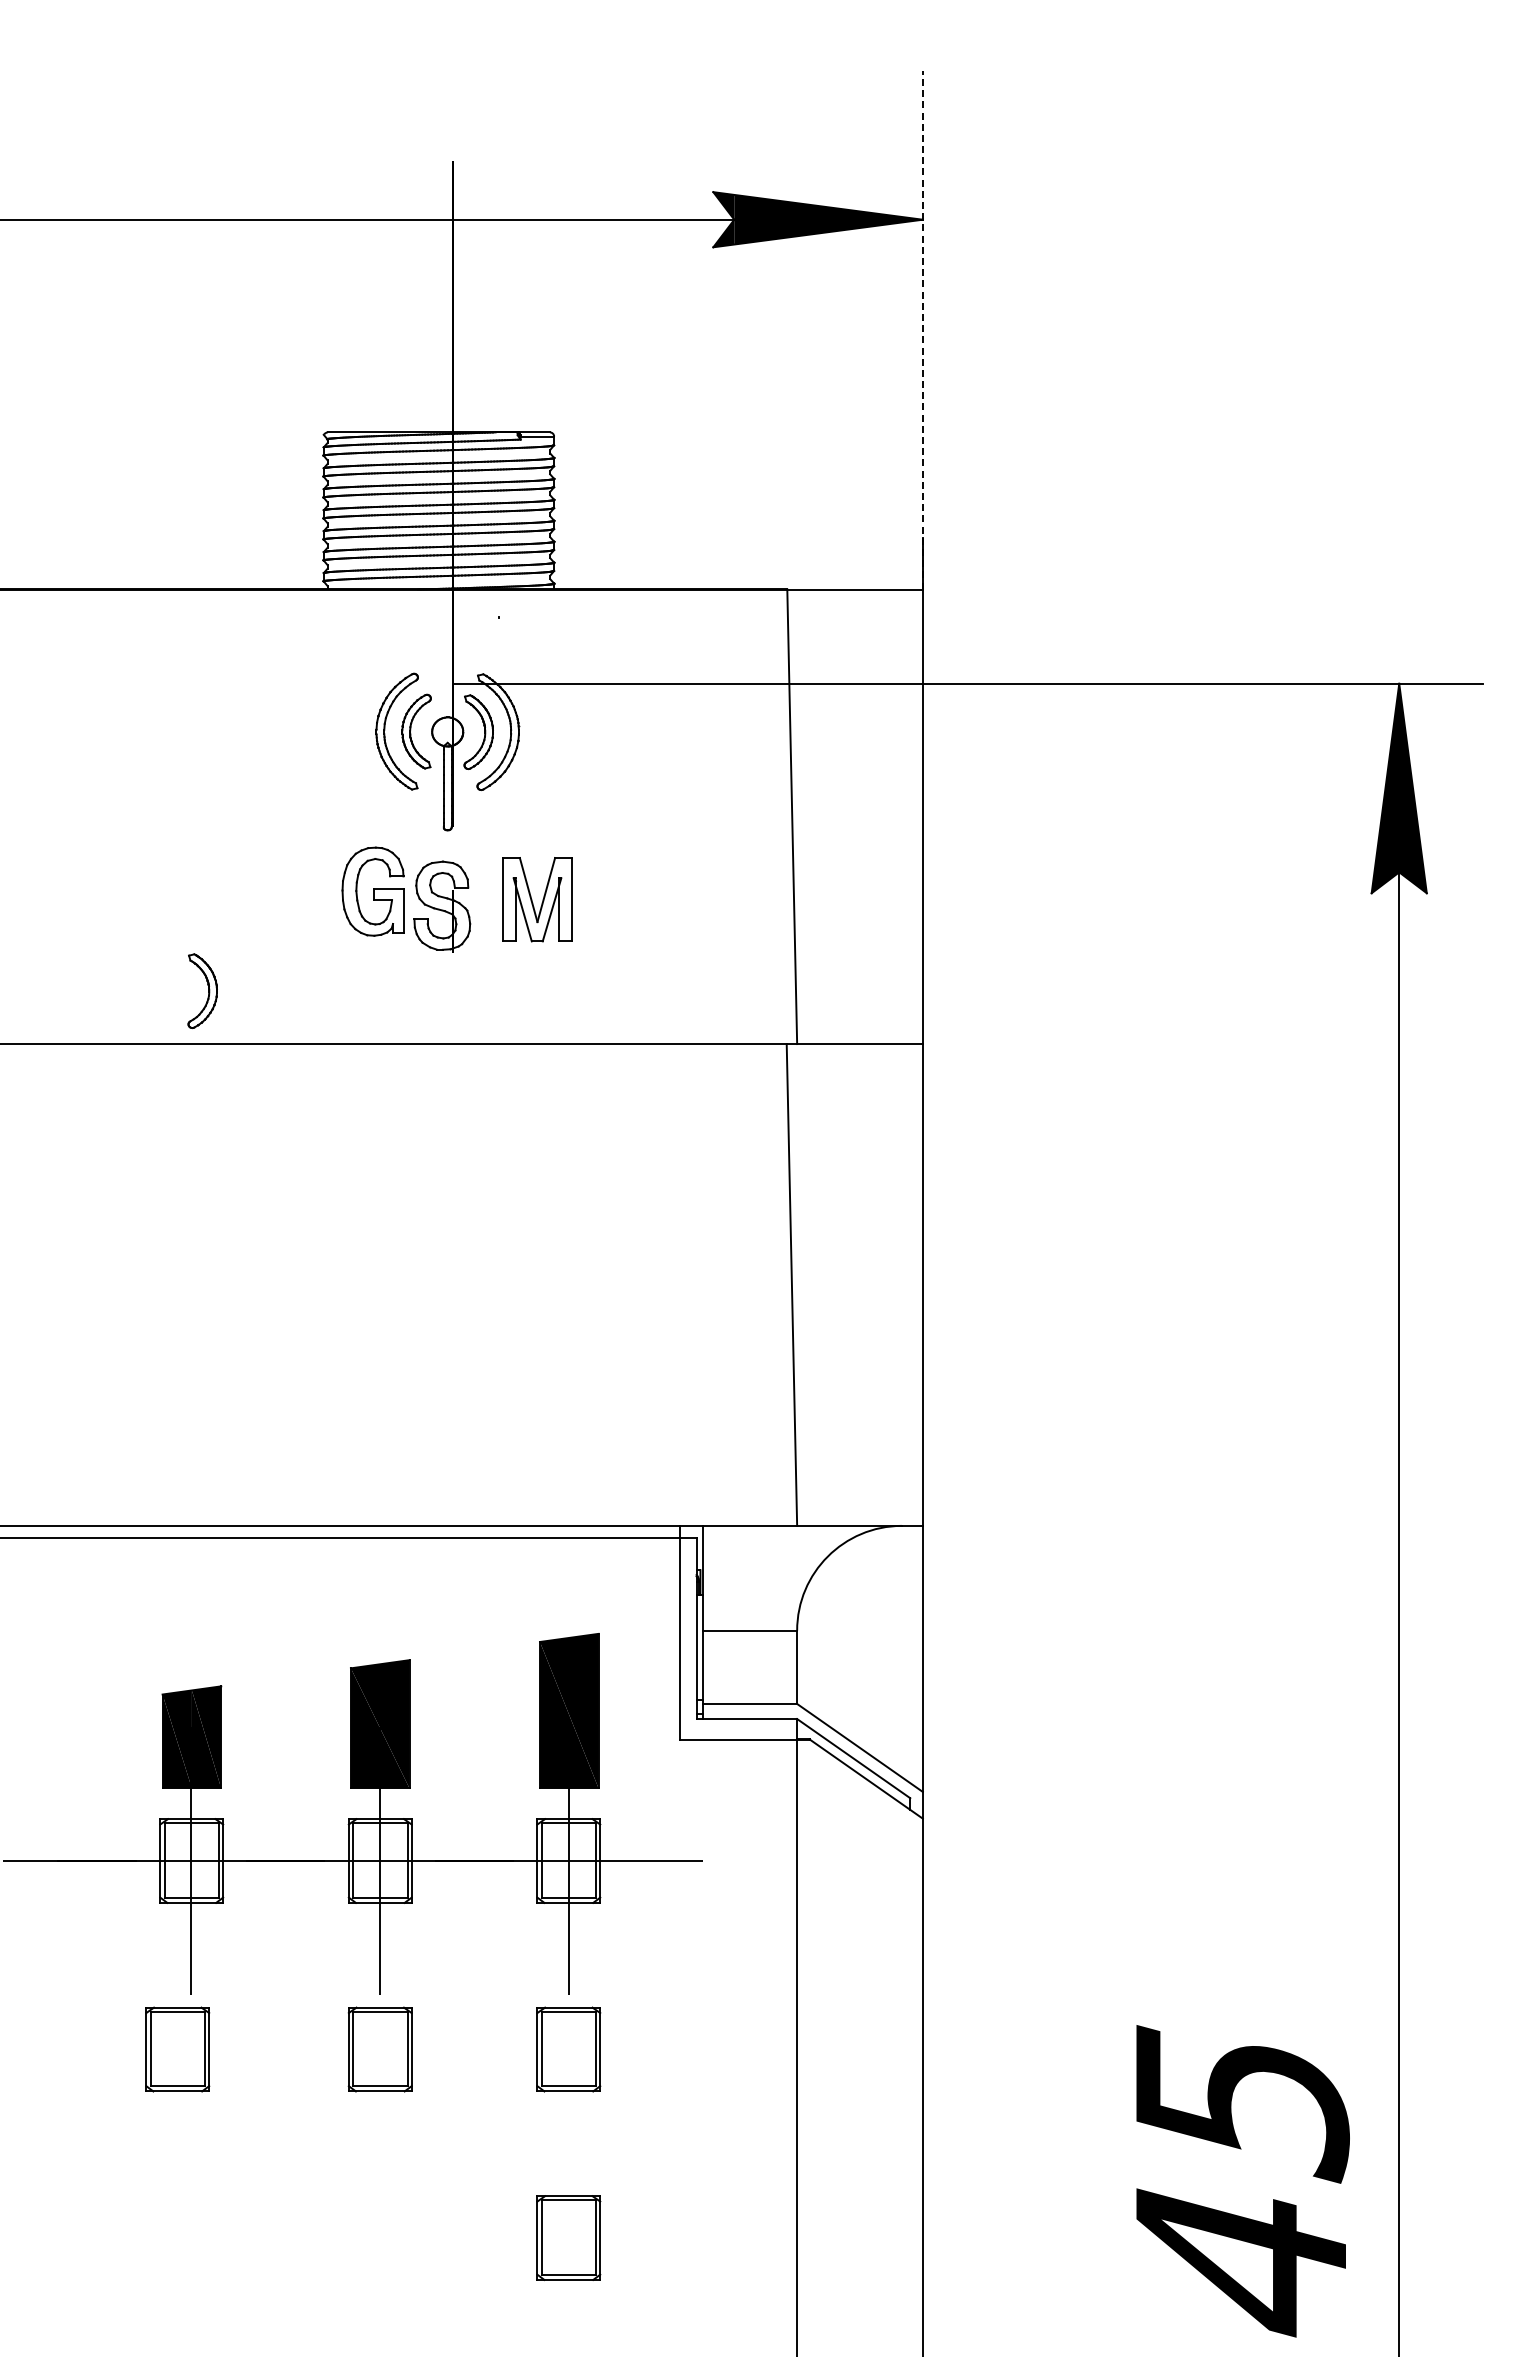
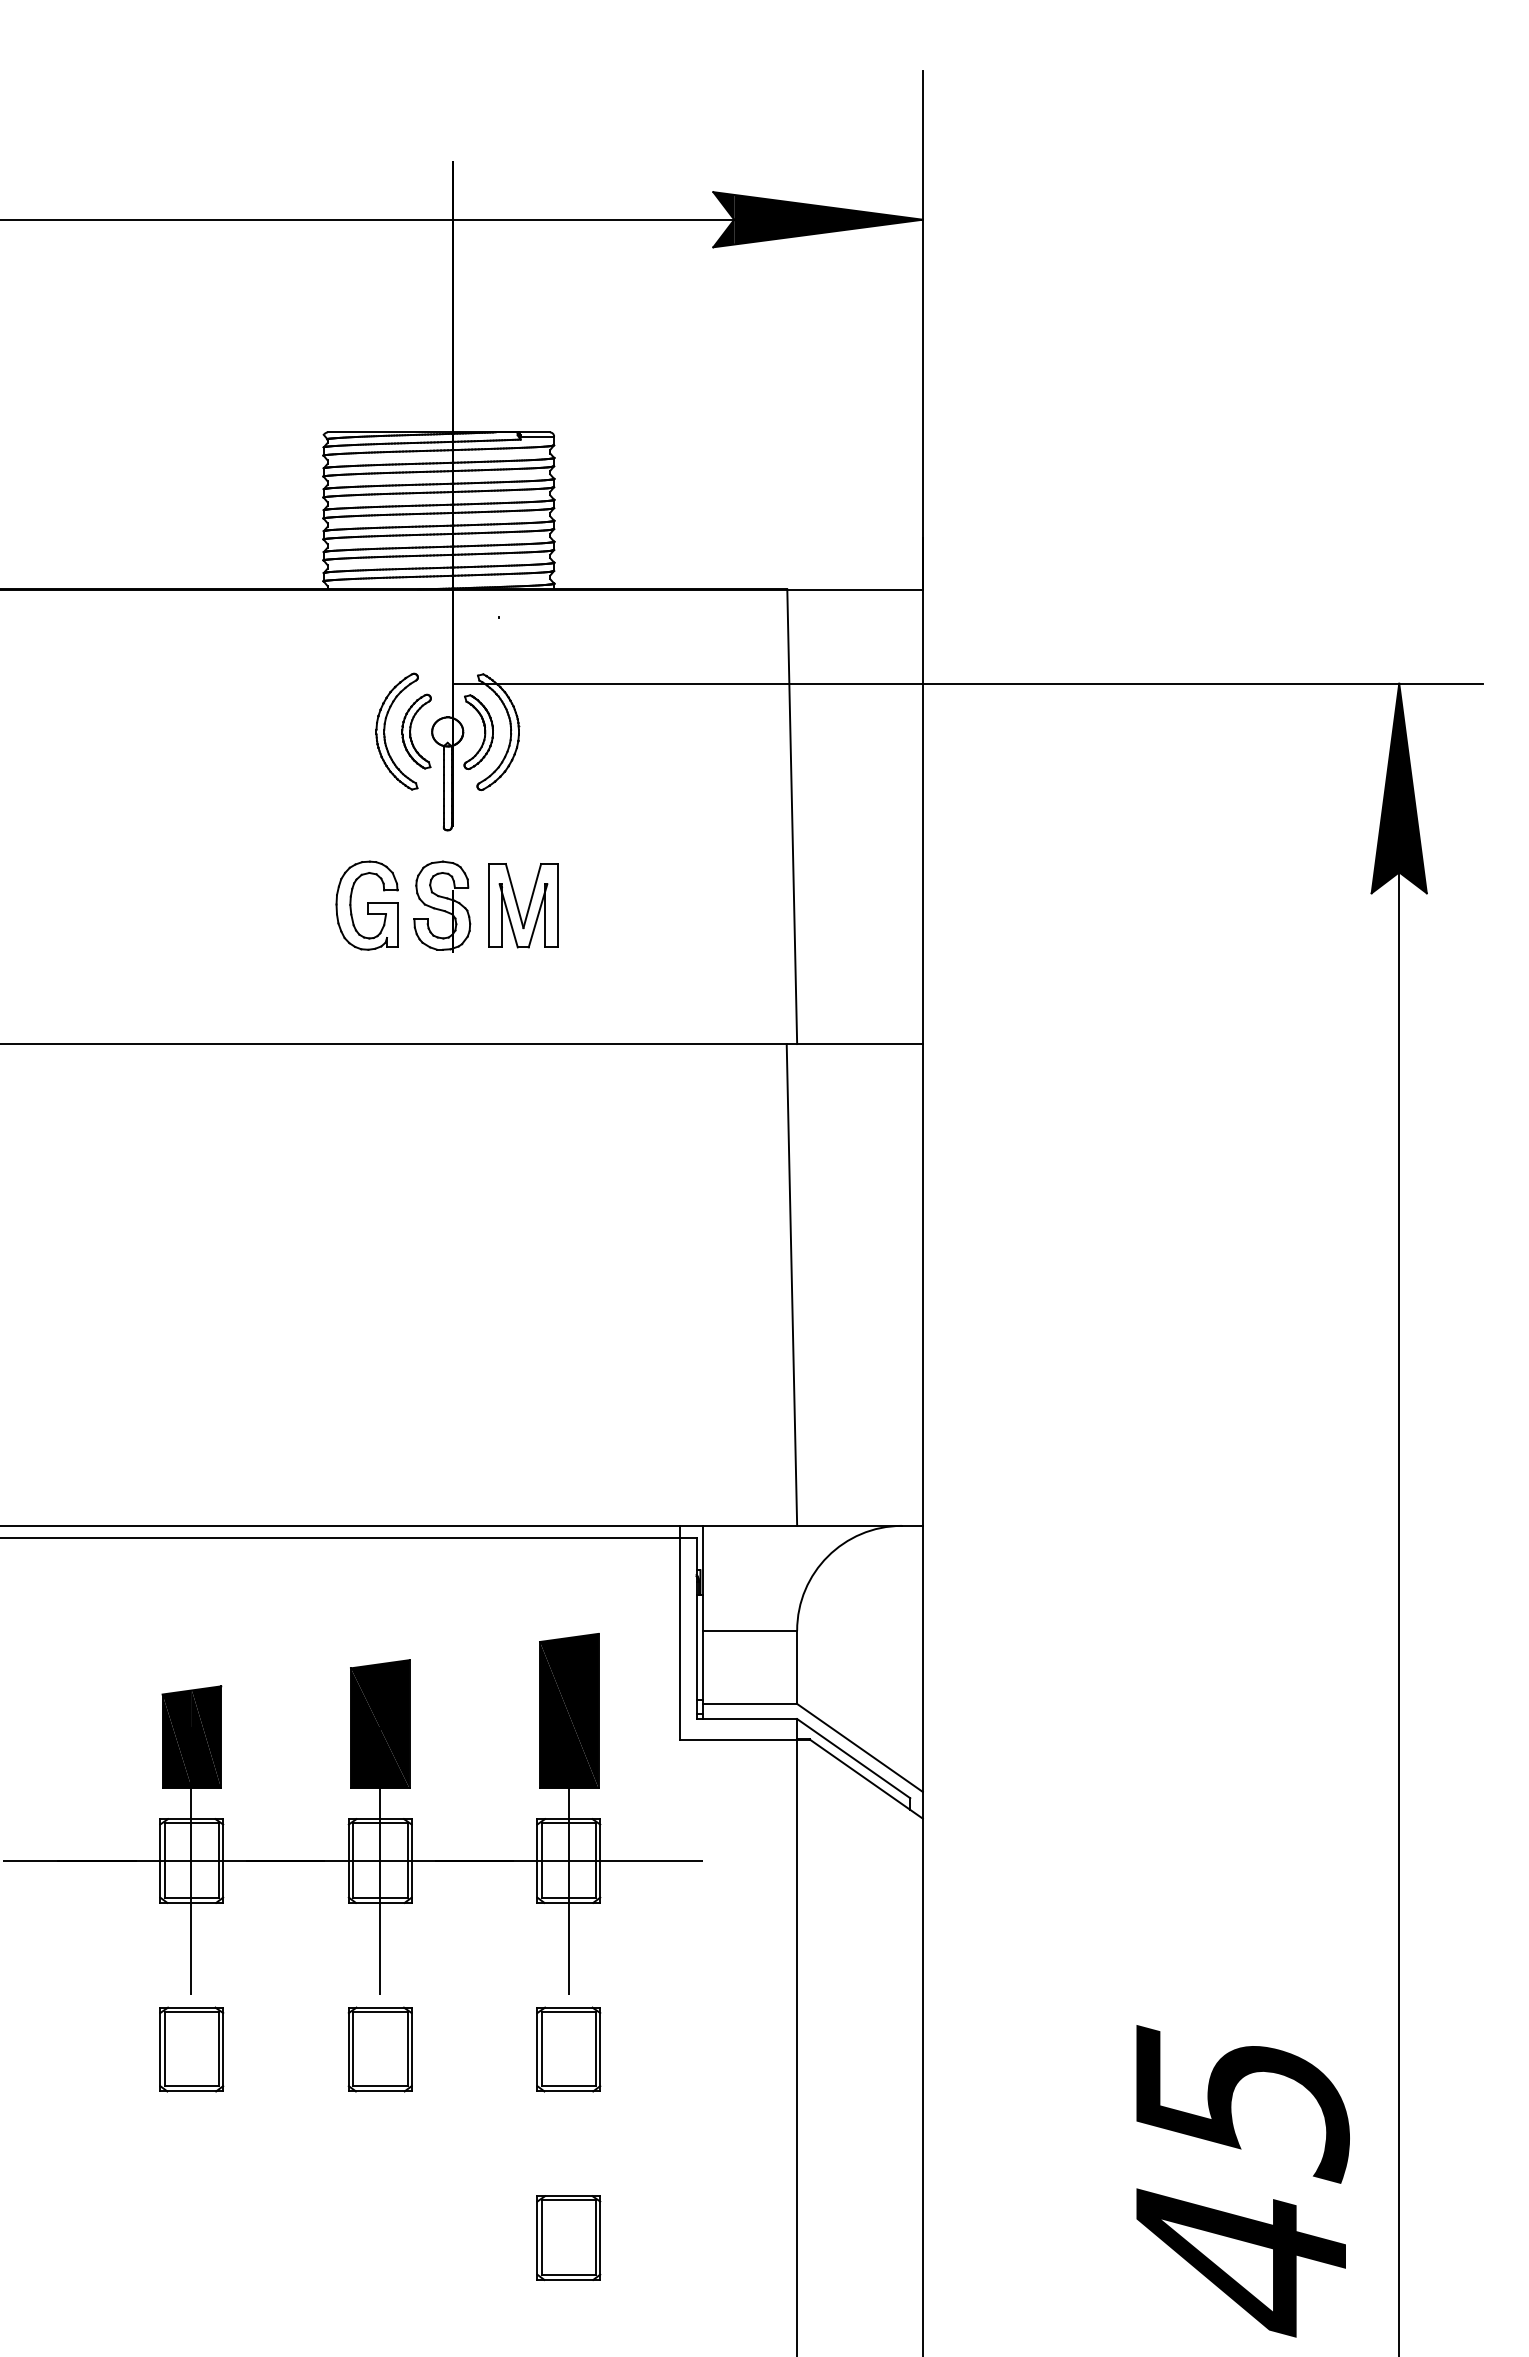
line at (922, 329): dashed -> solid
part at (372, 891) position: (372, 891) -> (366, 905)
part at (537, 899) position: (537, 899) -> (523, 905)
part at (202, 990): present -> none
part at (177, 2049) position: (177, 2049) -> (191, 2049)
